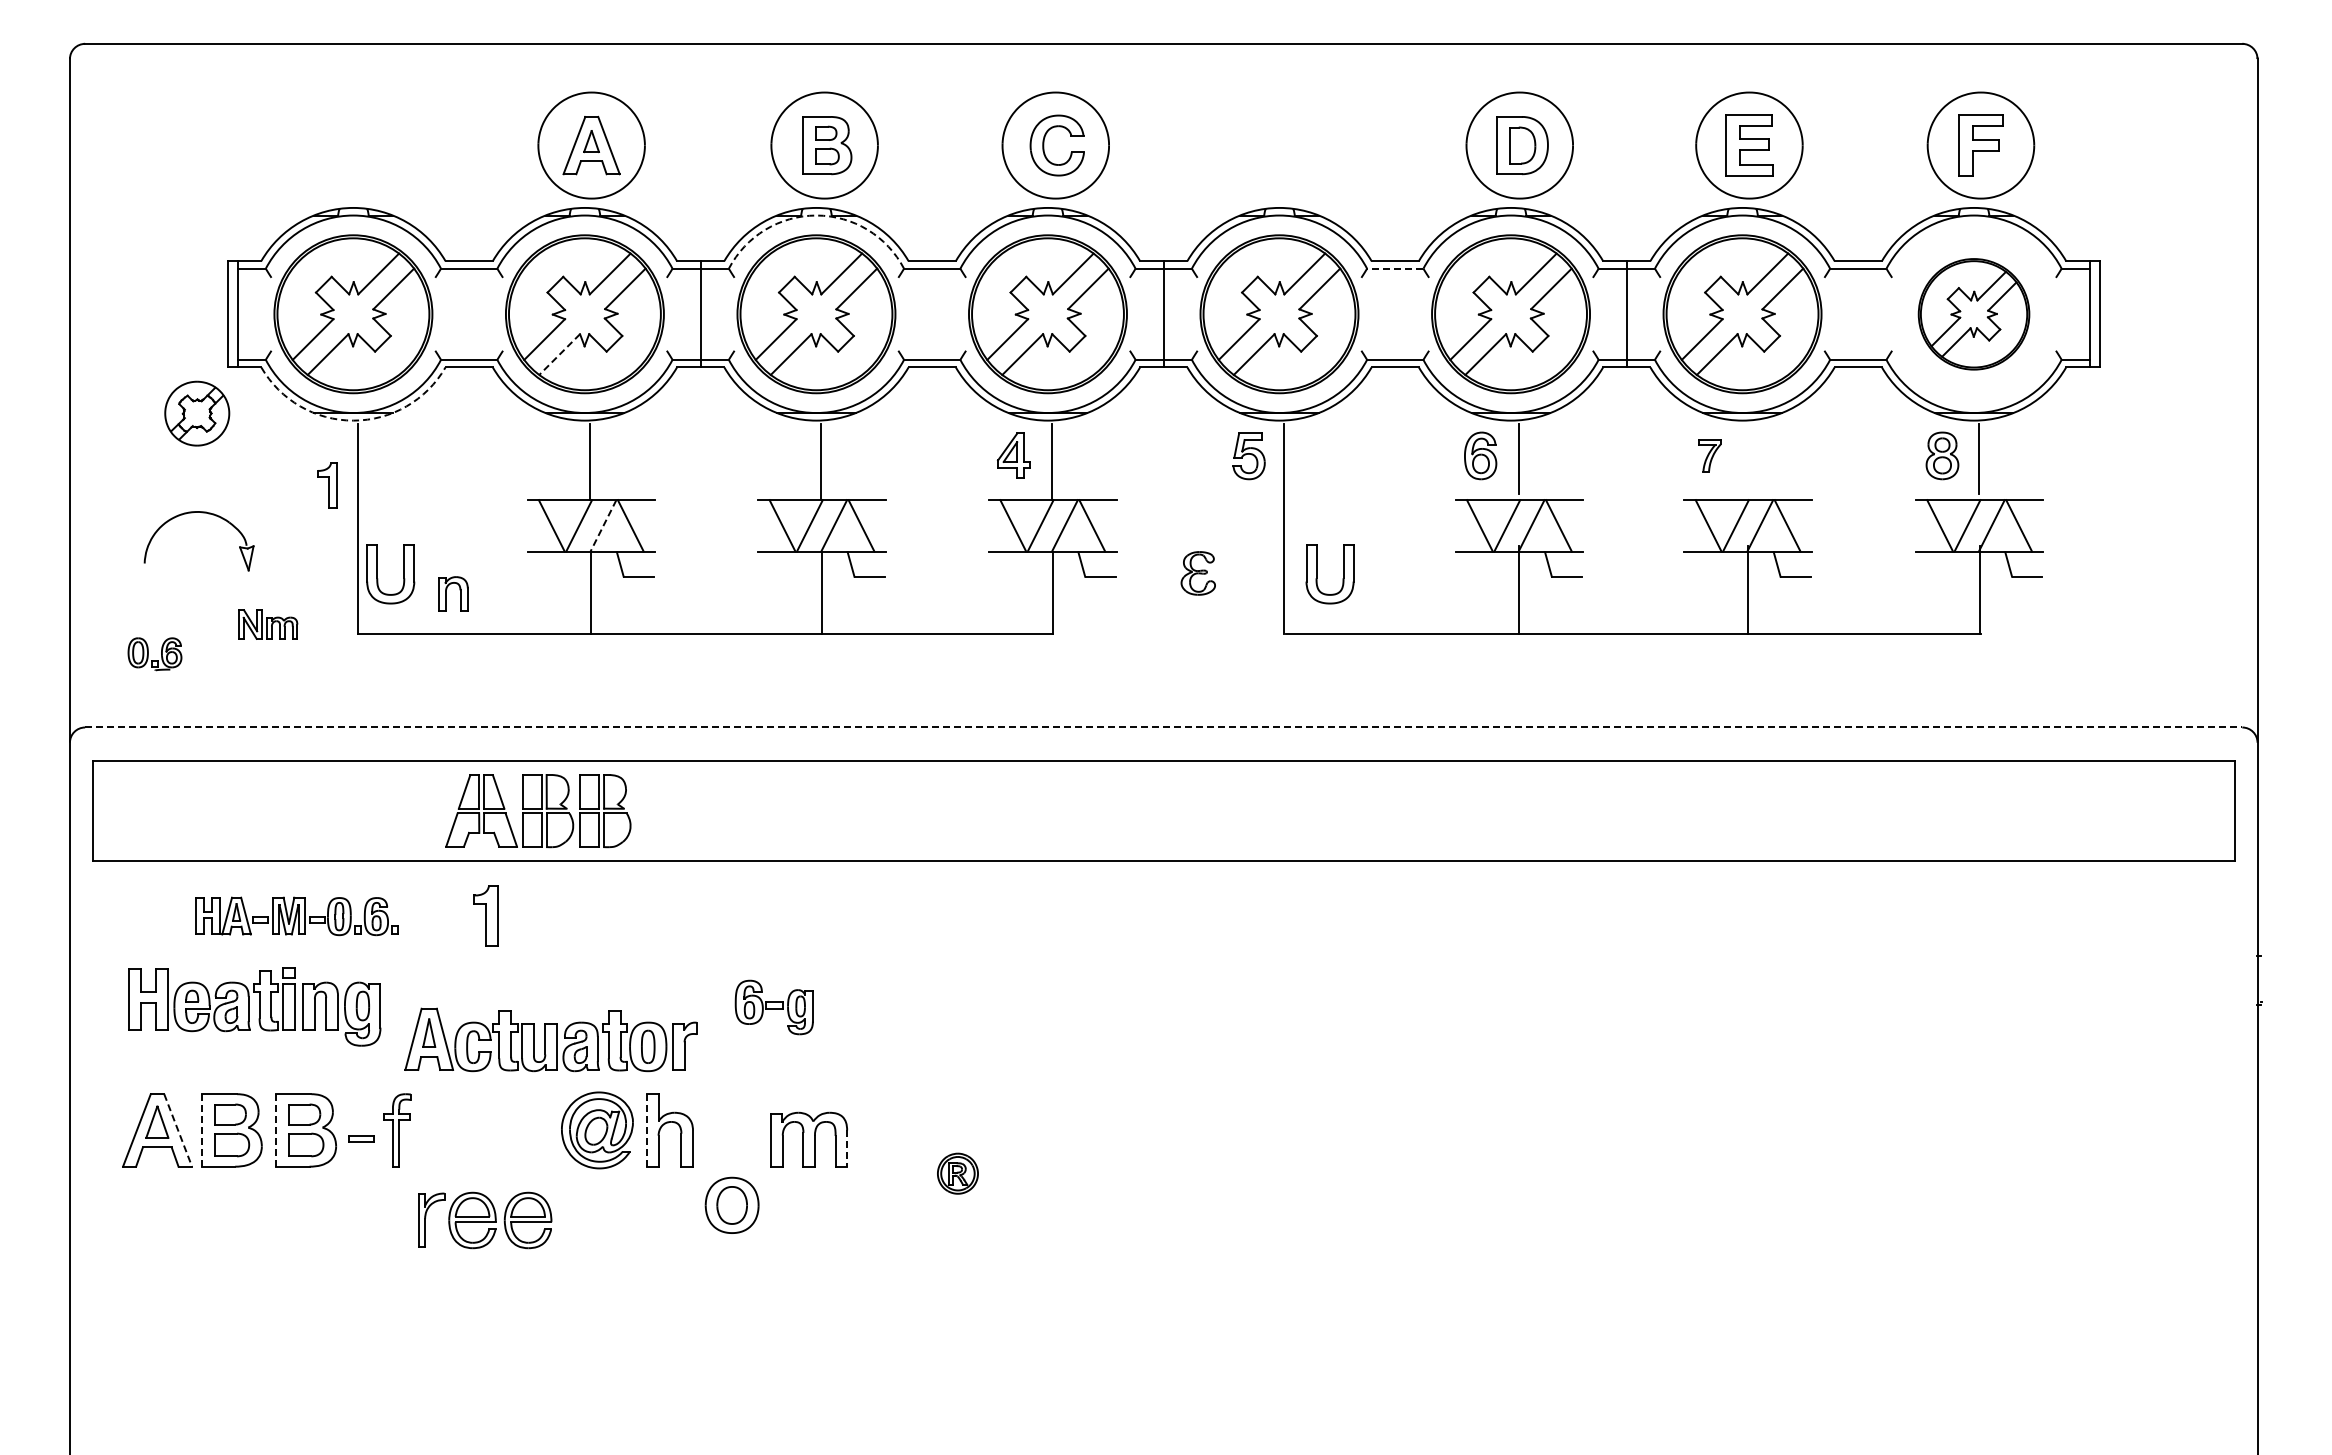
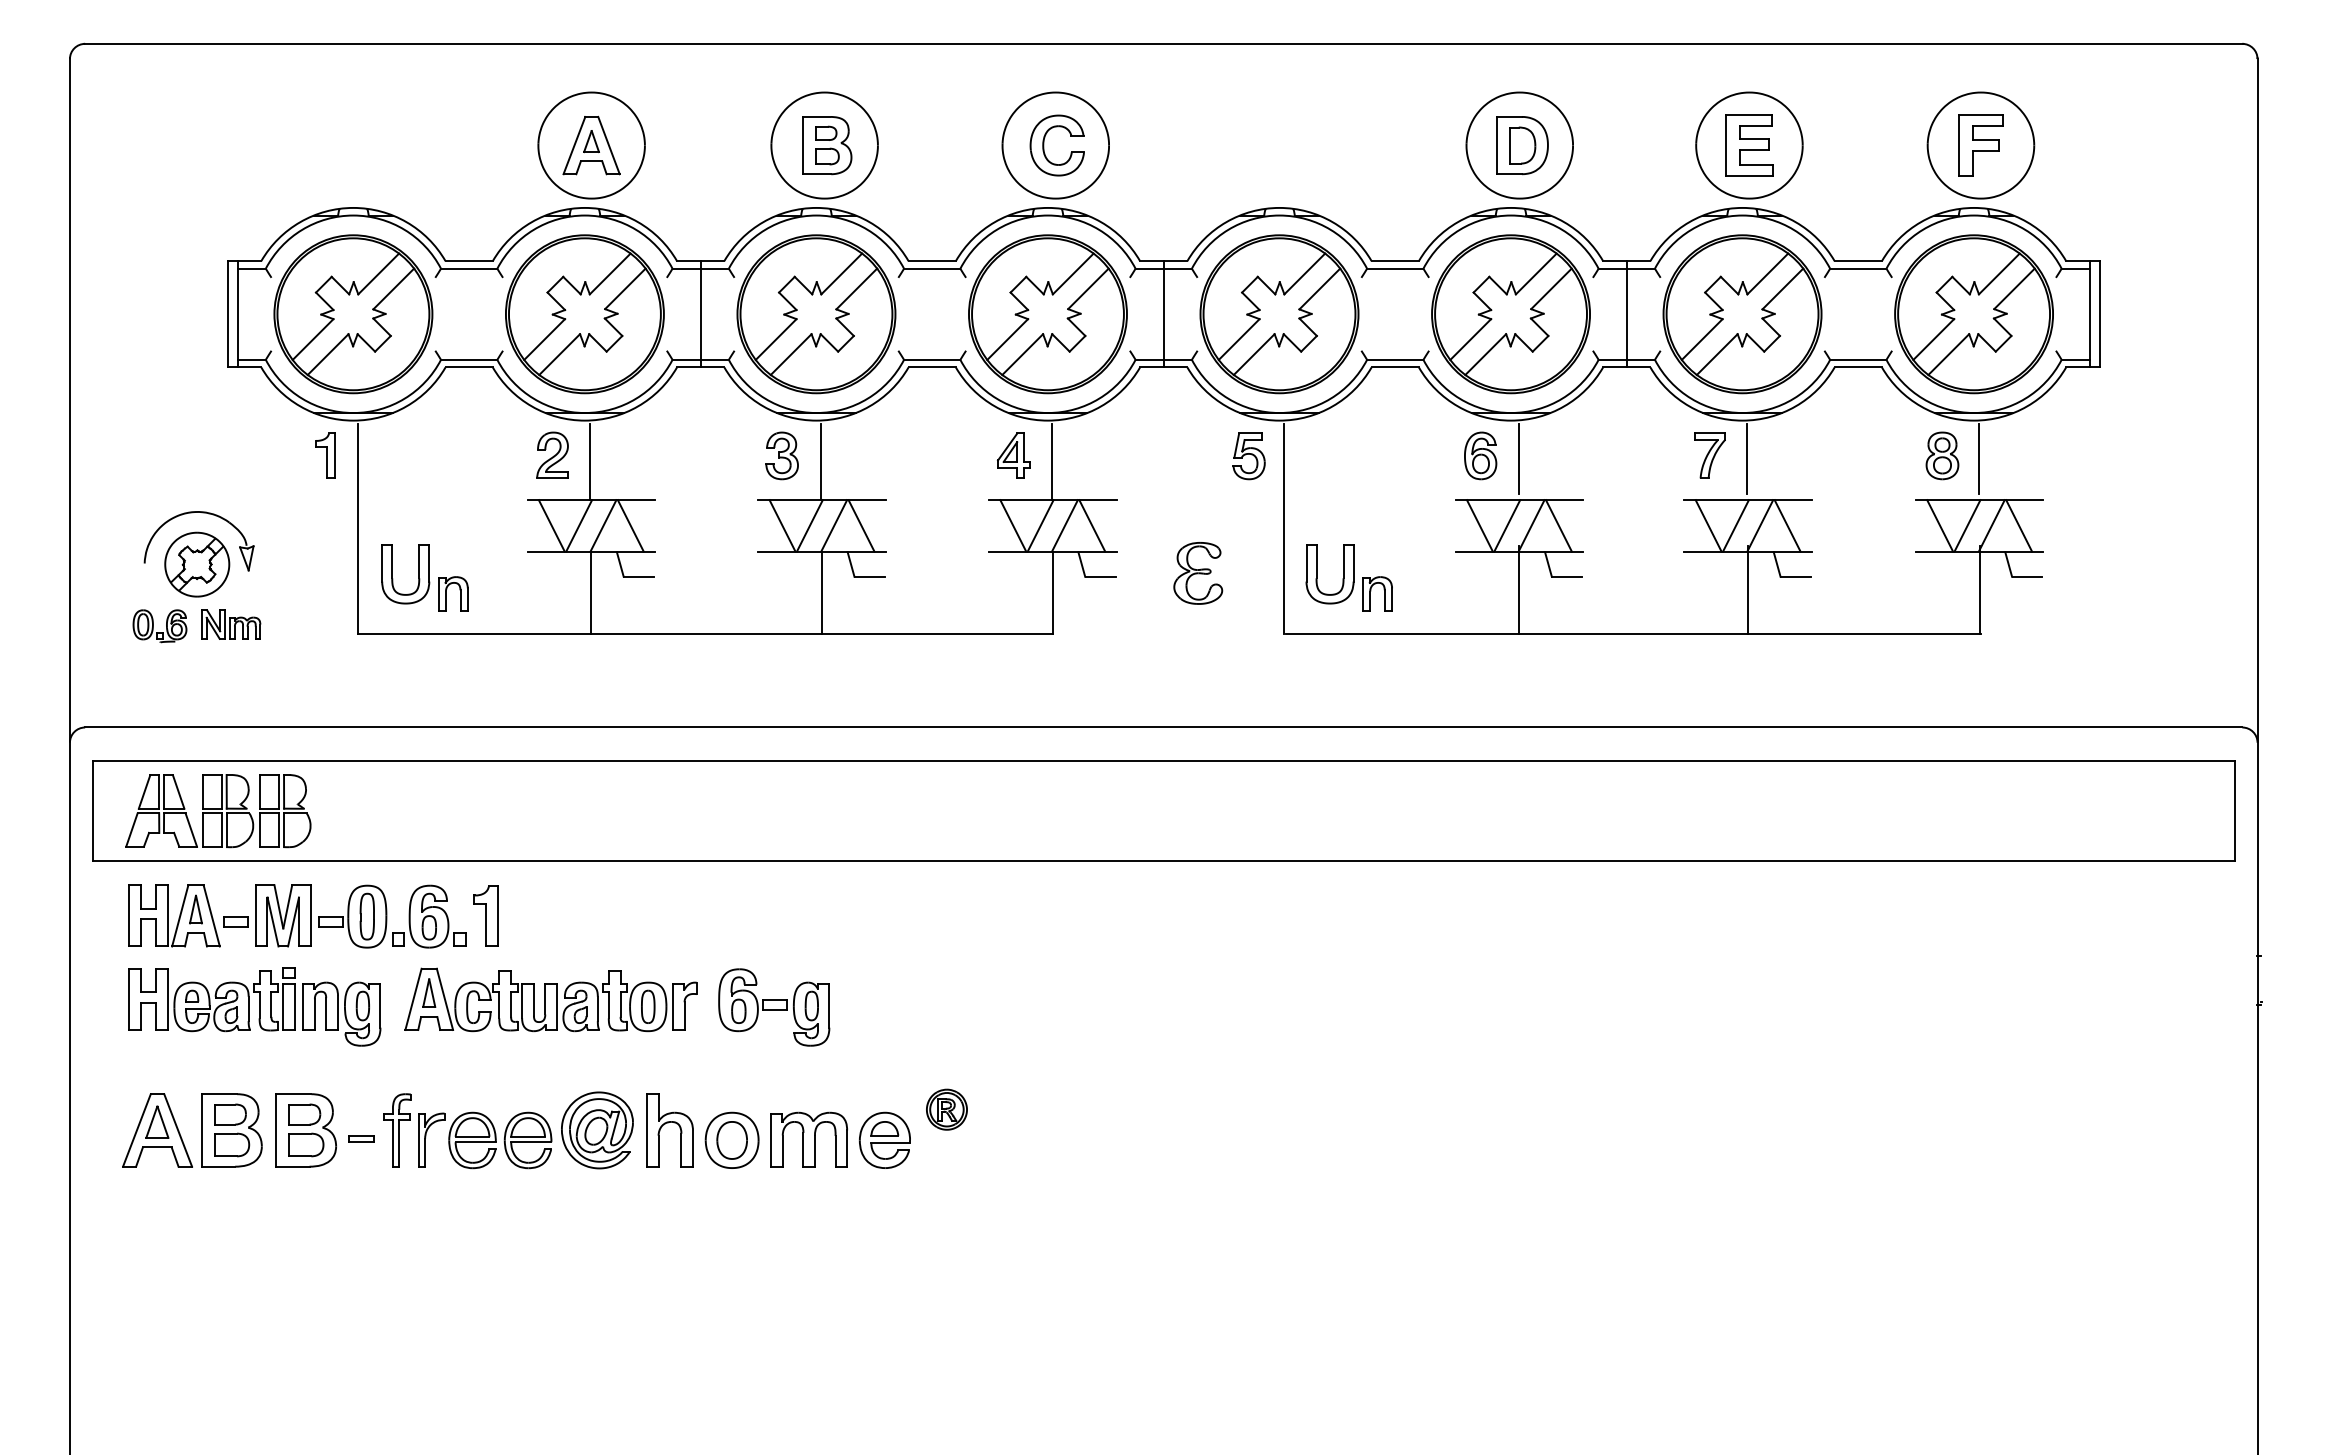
arc at (816, 215): dashed -> solid
line at (1394, 268): dashed -> solid
part at (1973, 314) size: 114x113 px -> 160x161 px
line at (559, 354): dashed -> solid
part at (197, 413) position: (197, 413) -> (197, 564)
arc at (353, 420): dashed -> solid
part at (552, 454): none -> present
part at (781, 455): none -> present
part at (1709, 455) size: 24x34 px -> 32x47 px
line at (1747, 459): none -> present
part at (327, 485) position: (327, 485) -> (325, 455)
line at (603, 525): dashed -> solid
part at (1197, 573) size: 36x45 px -> 51x63 px
part at (378, 578) position: (378, 578) -> (393, 578)
part at (1371, 591): none -> present
part at (268, 624) position: (268, 624) -> (231, 624)
part at (154, 654) position: (154, 654) -> (159, 626)
line at (1163, 727): dashed -> solid
part at (538, 811) position: (538, 811) -> (218, 811)
part at (296, 916) size: 204x41 px -> 339x65 px
part at (773, 1007) size: 80x57 px -> 113x79 px
part at (550, 1039) position: (550, 1039) -> (550, 999)
line at (202, 1129): dashed -> solid
line at (276, 1129): dashed -> solid
line at (647, 1129): dashed -> solid
line at (178, 1130): dashed -> solid
part at (884, 1139): none -> present
line at (847, 1149): dashed -> solid
part at (957, 1173) position: (957, 1173) -> (946, 1109)
part at (731, 1204) position: (731, 1204) -> (731, 1139)
part at (485, 1220) position: (485, 1220) -> (485, 1140)
